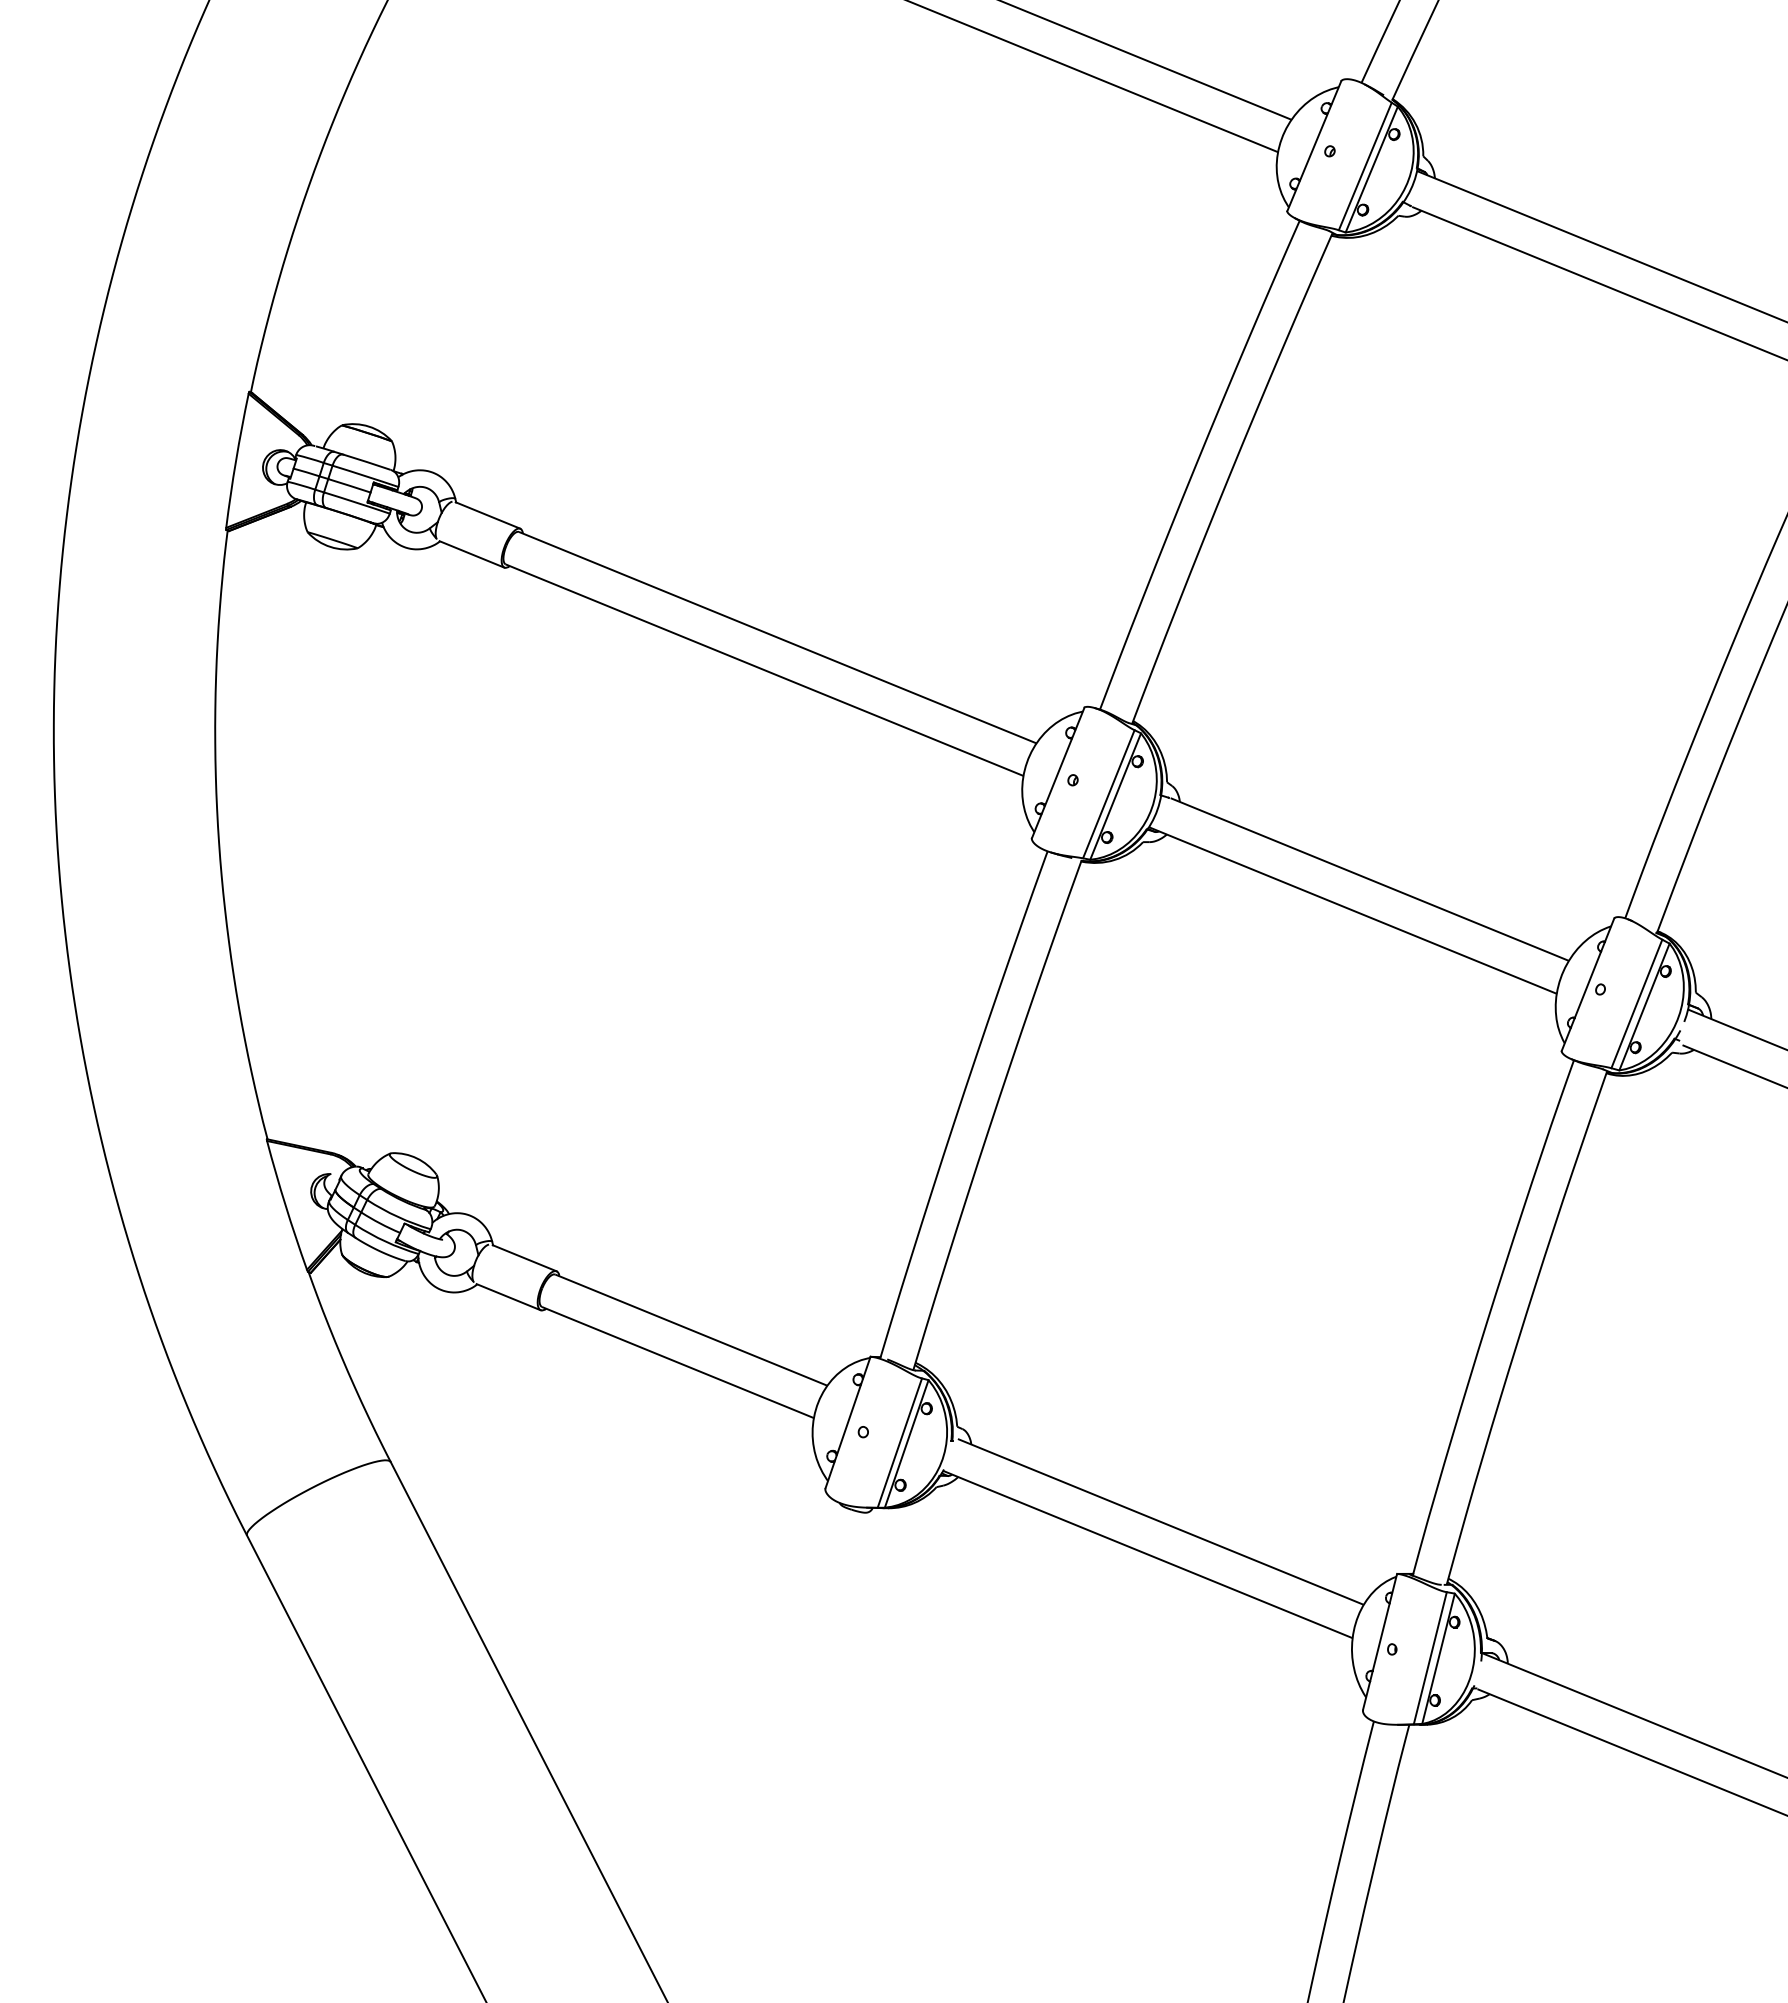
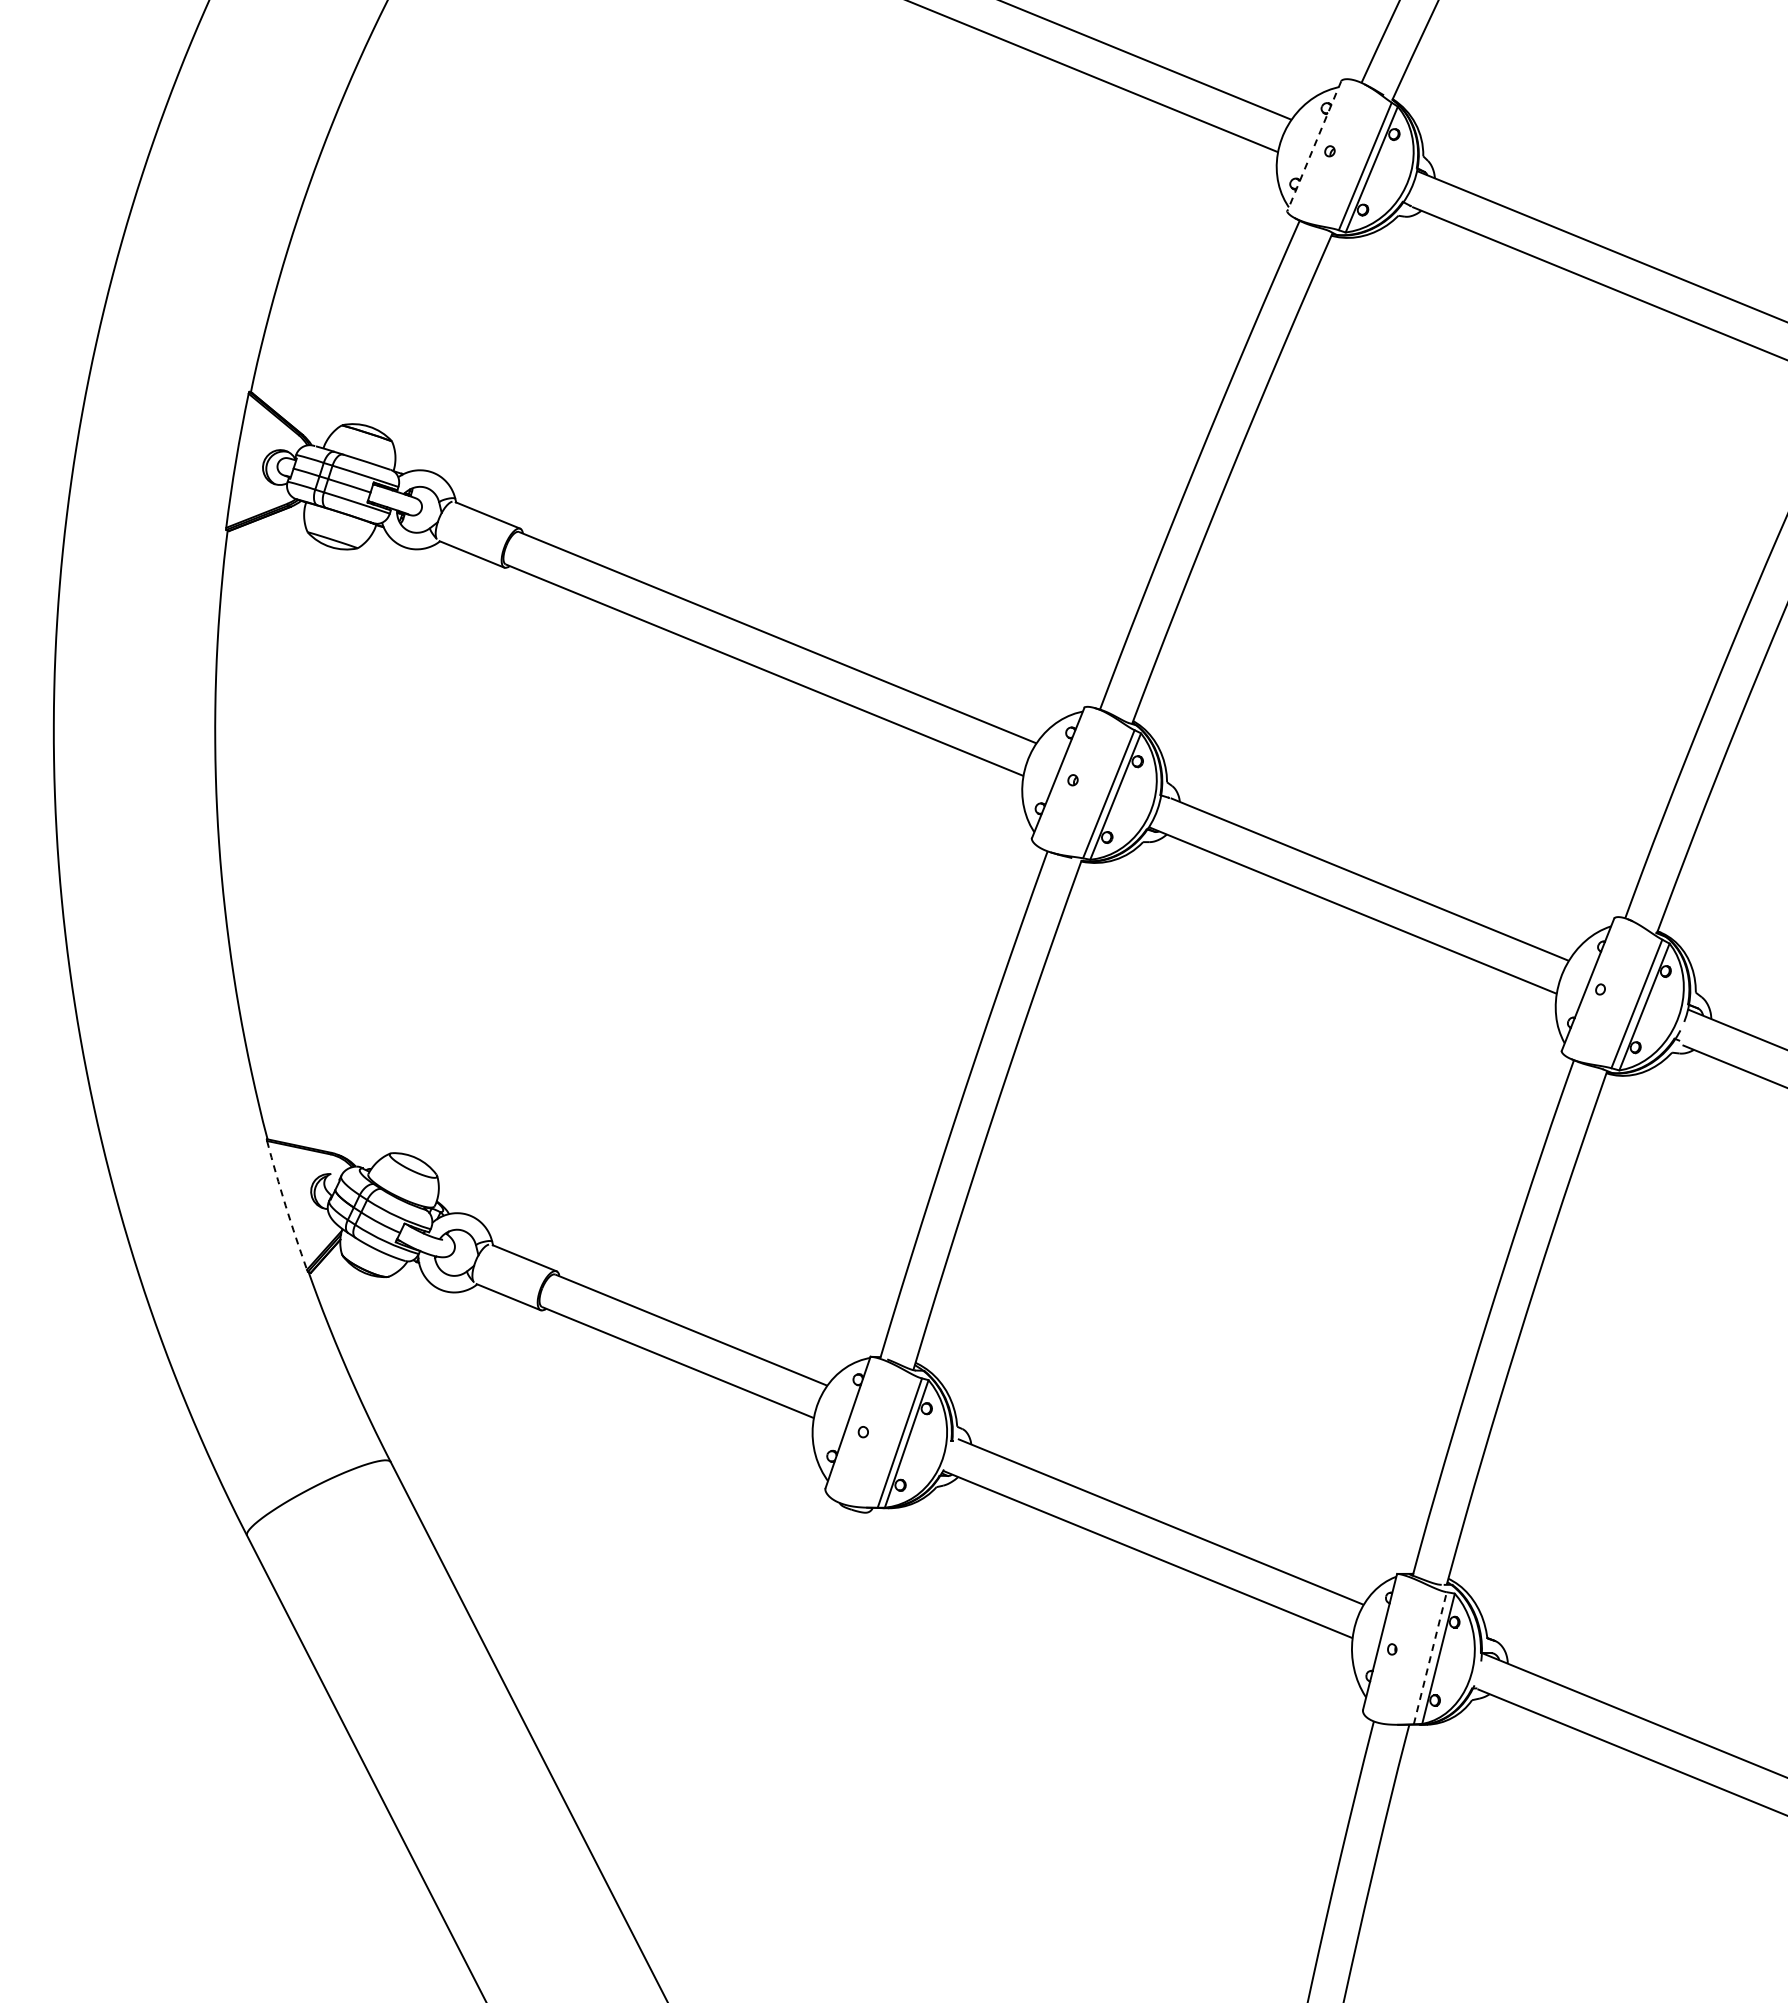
line at (1314, 146): solid -> dashed
arc at (285, 1205): solid -> dashed
line at (1430, 1657): solid -> dashed
